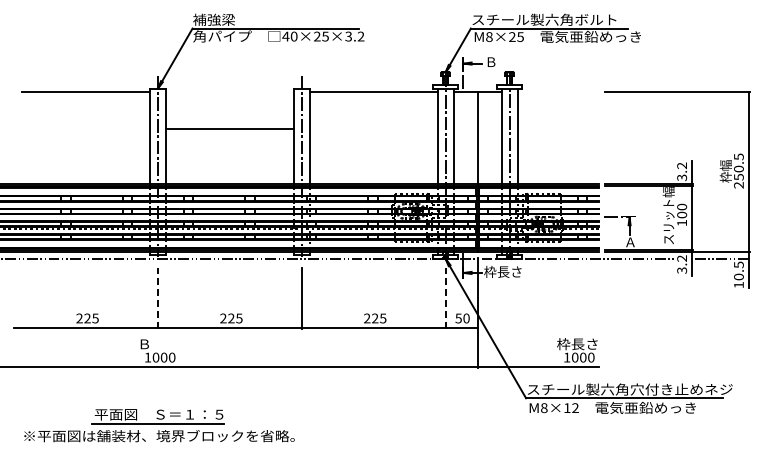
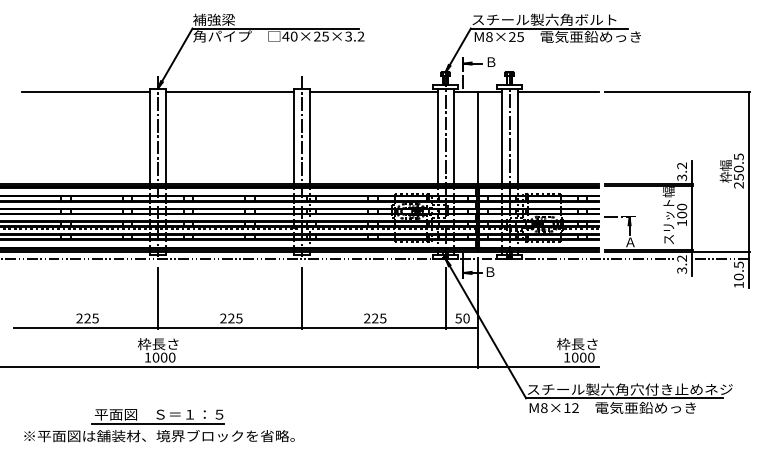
line at (558, 91): none -> present
line at (229, 128) position: (229, 128) -> (229, 91)
text at (502, 271): 枠長さ -> Ｂ
line at (157, 298): dashed -> solid
line at (445, 298): dashed -> solid
text at (158, 344): Ｂ -> 枠長さ
